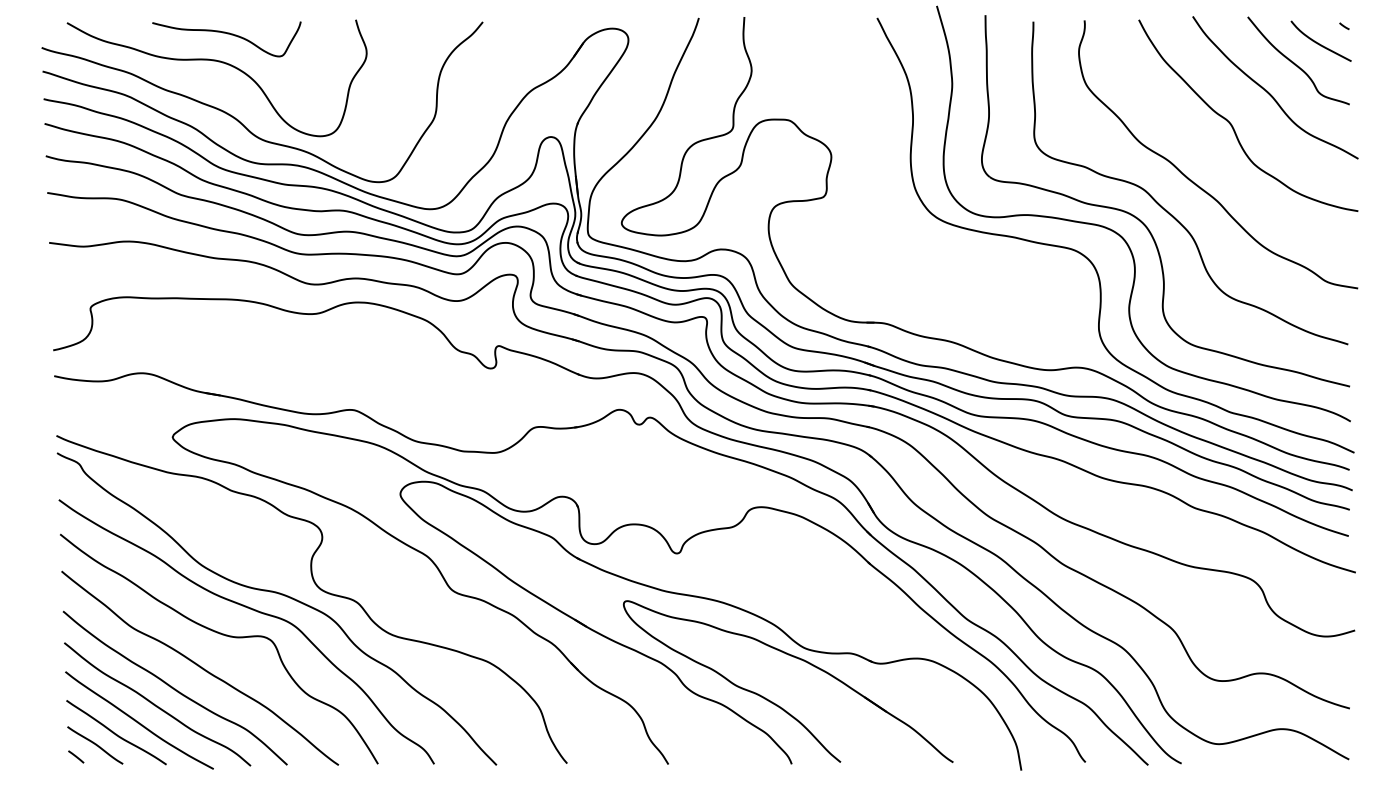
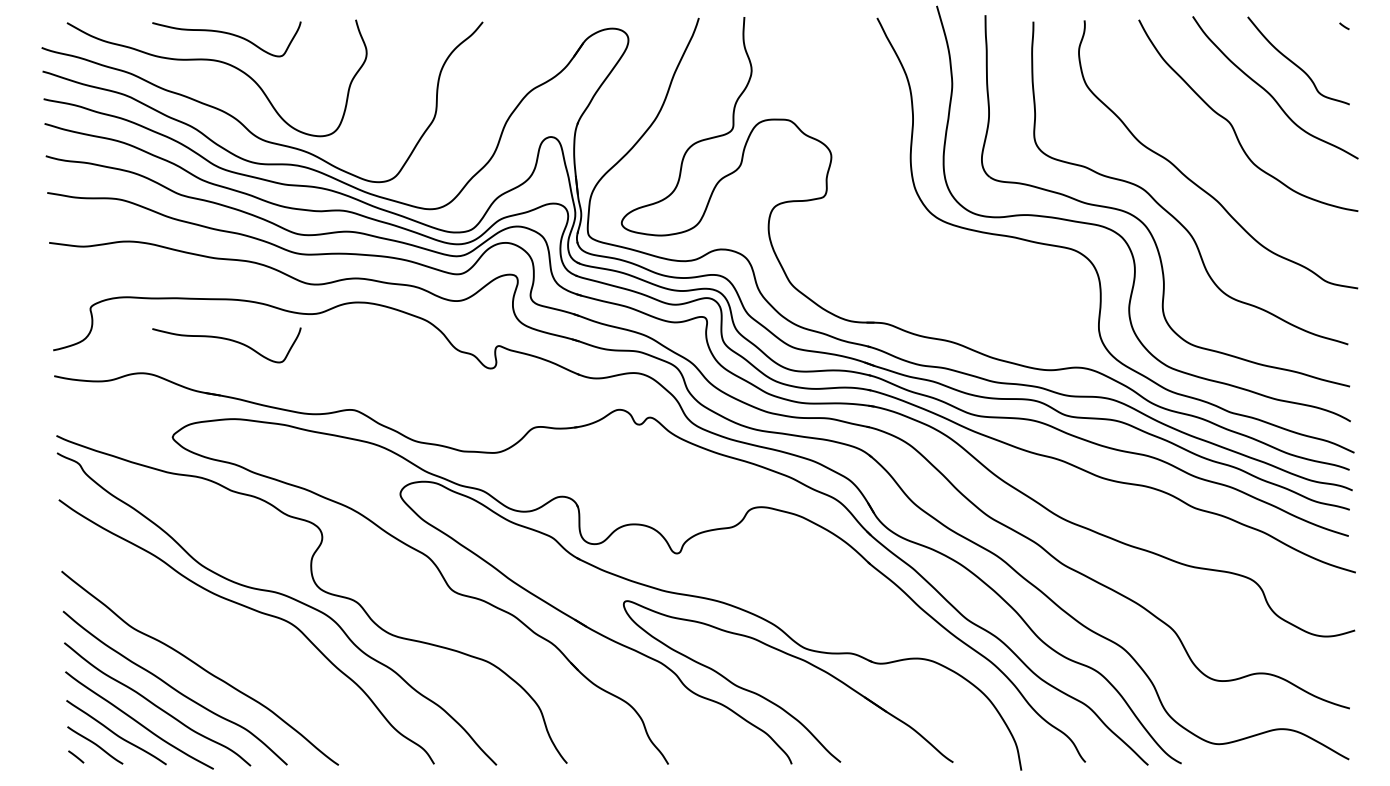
curve at (1318, 42): present -> none
curve at (227, 340): none -> present
curve at (222, 635): present -> none
